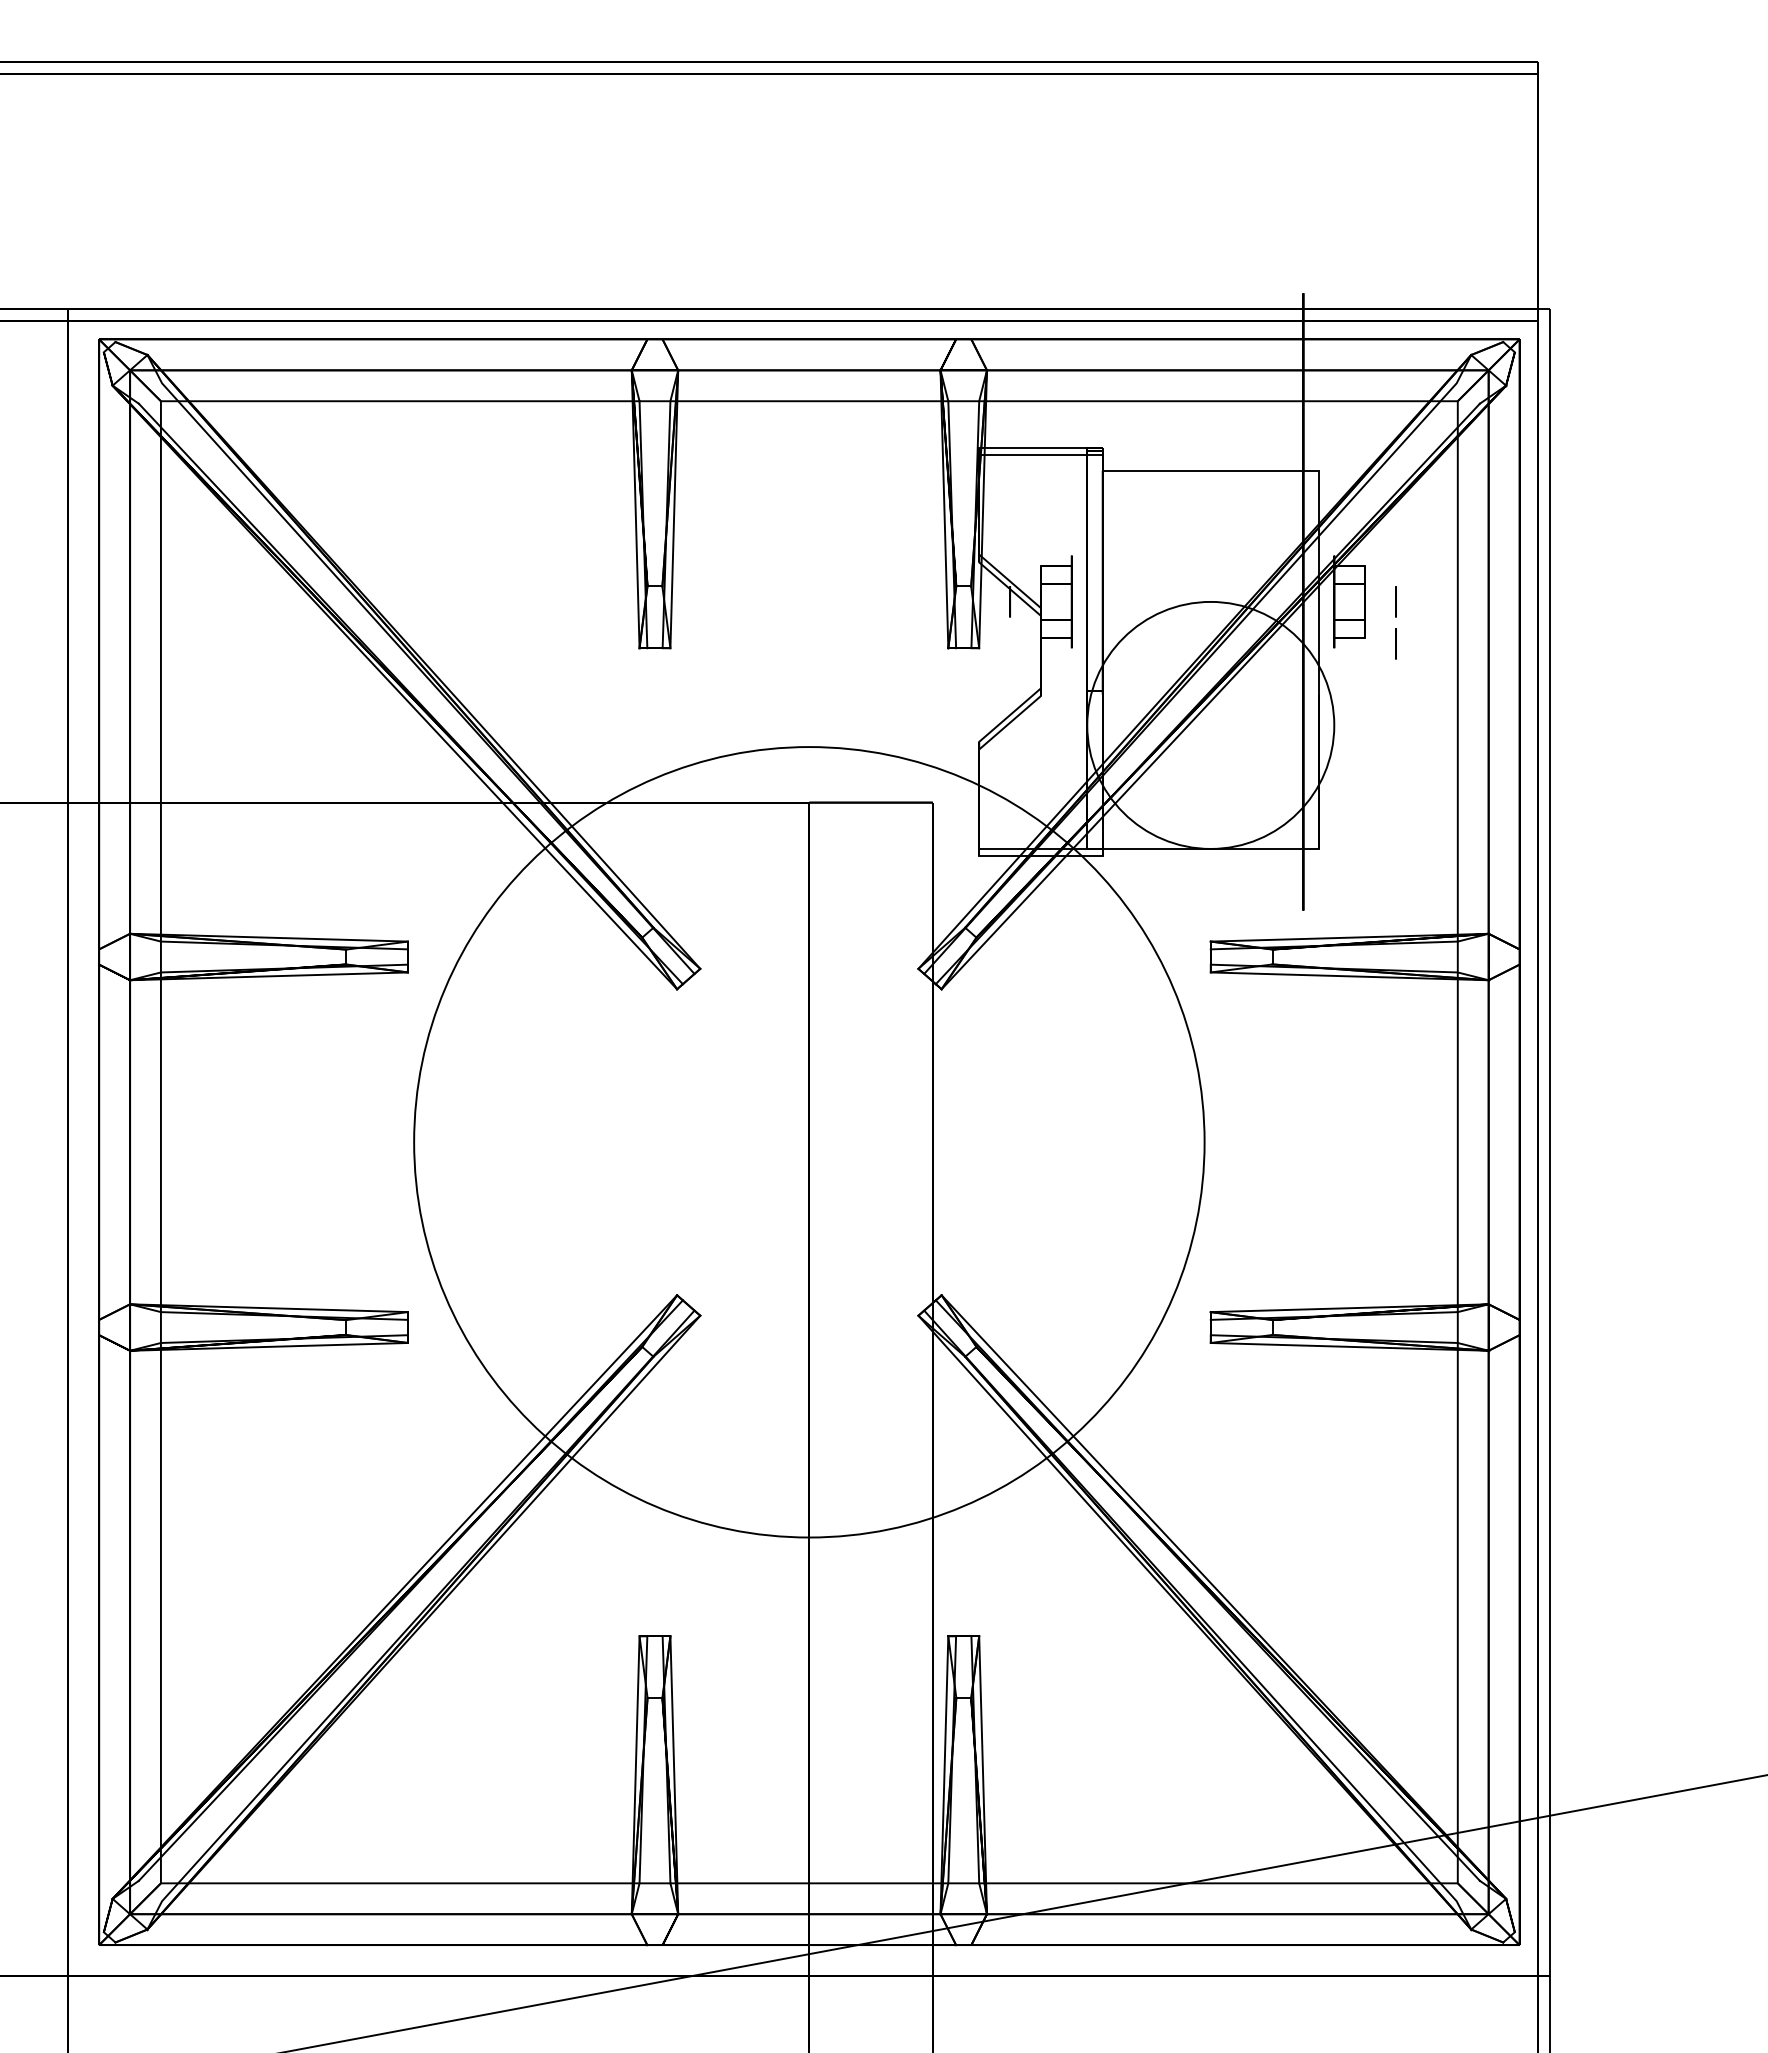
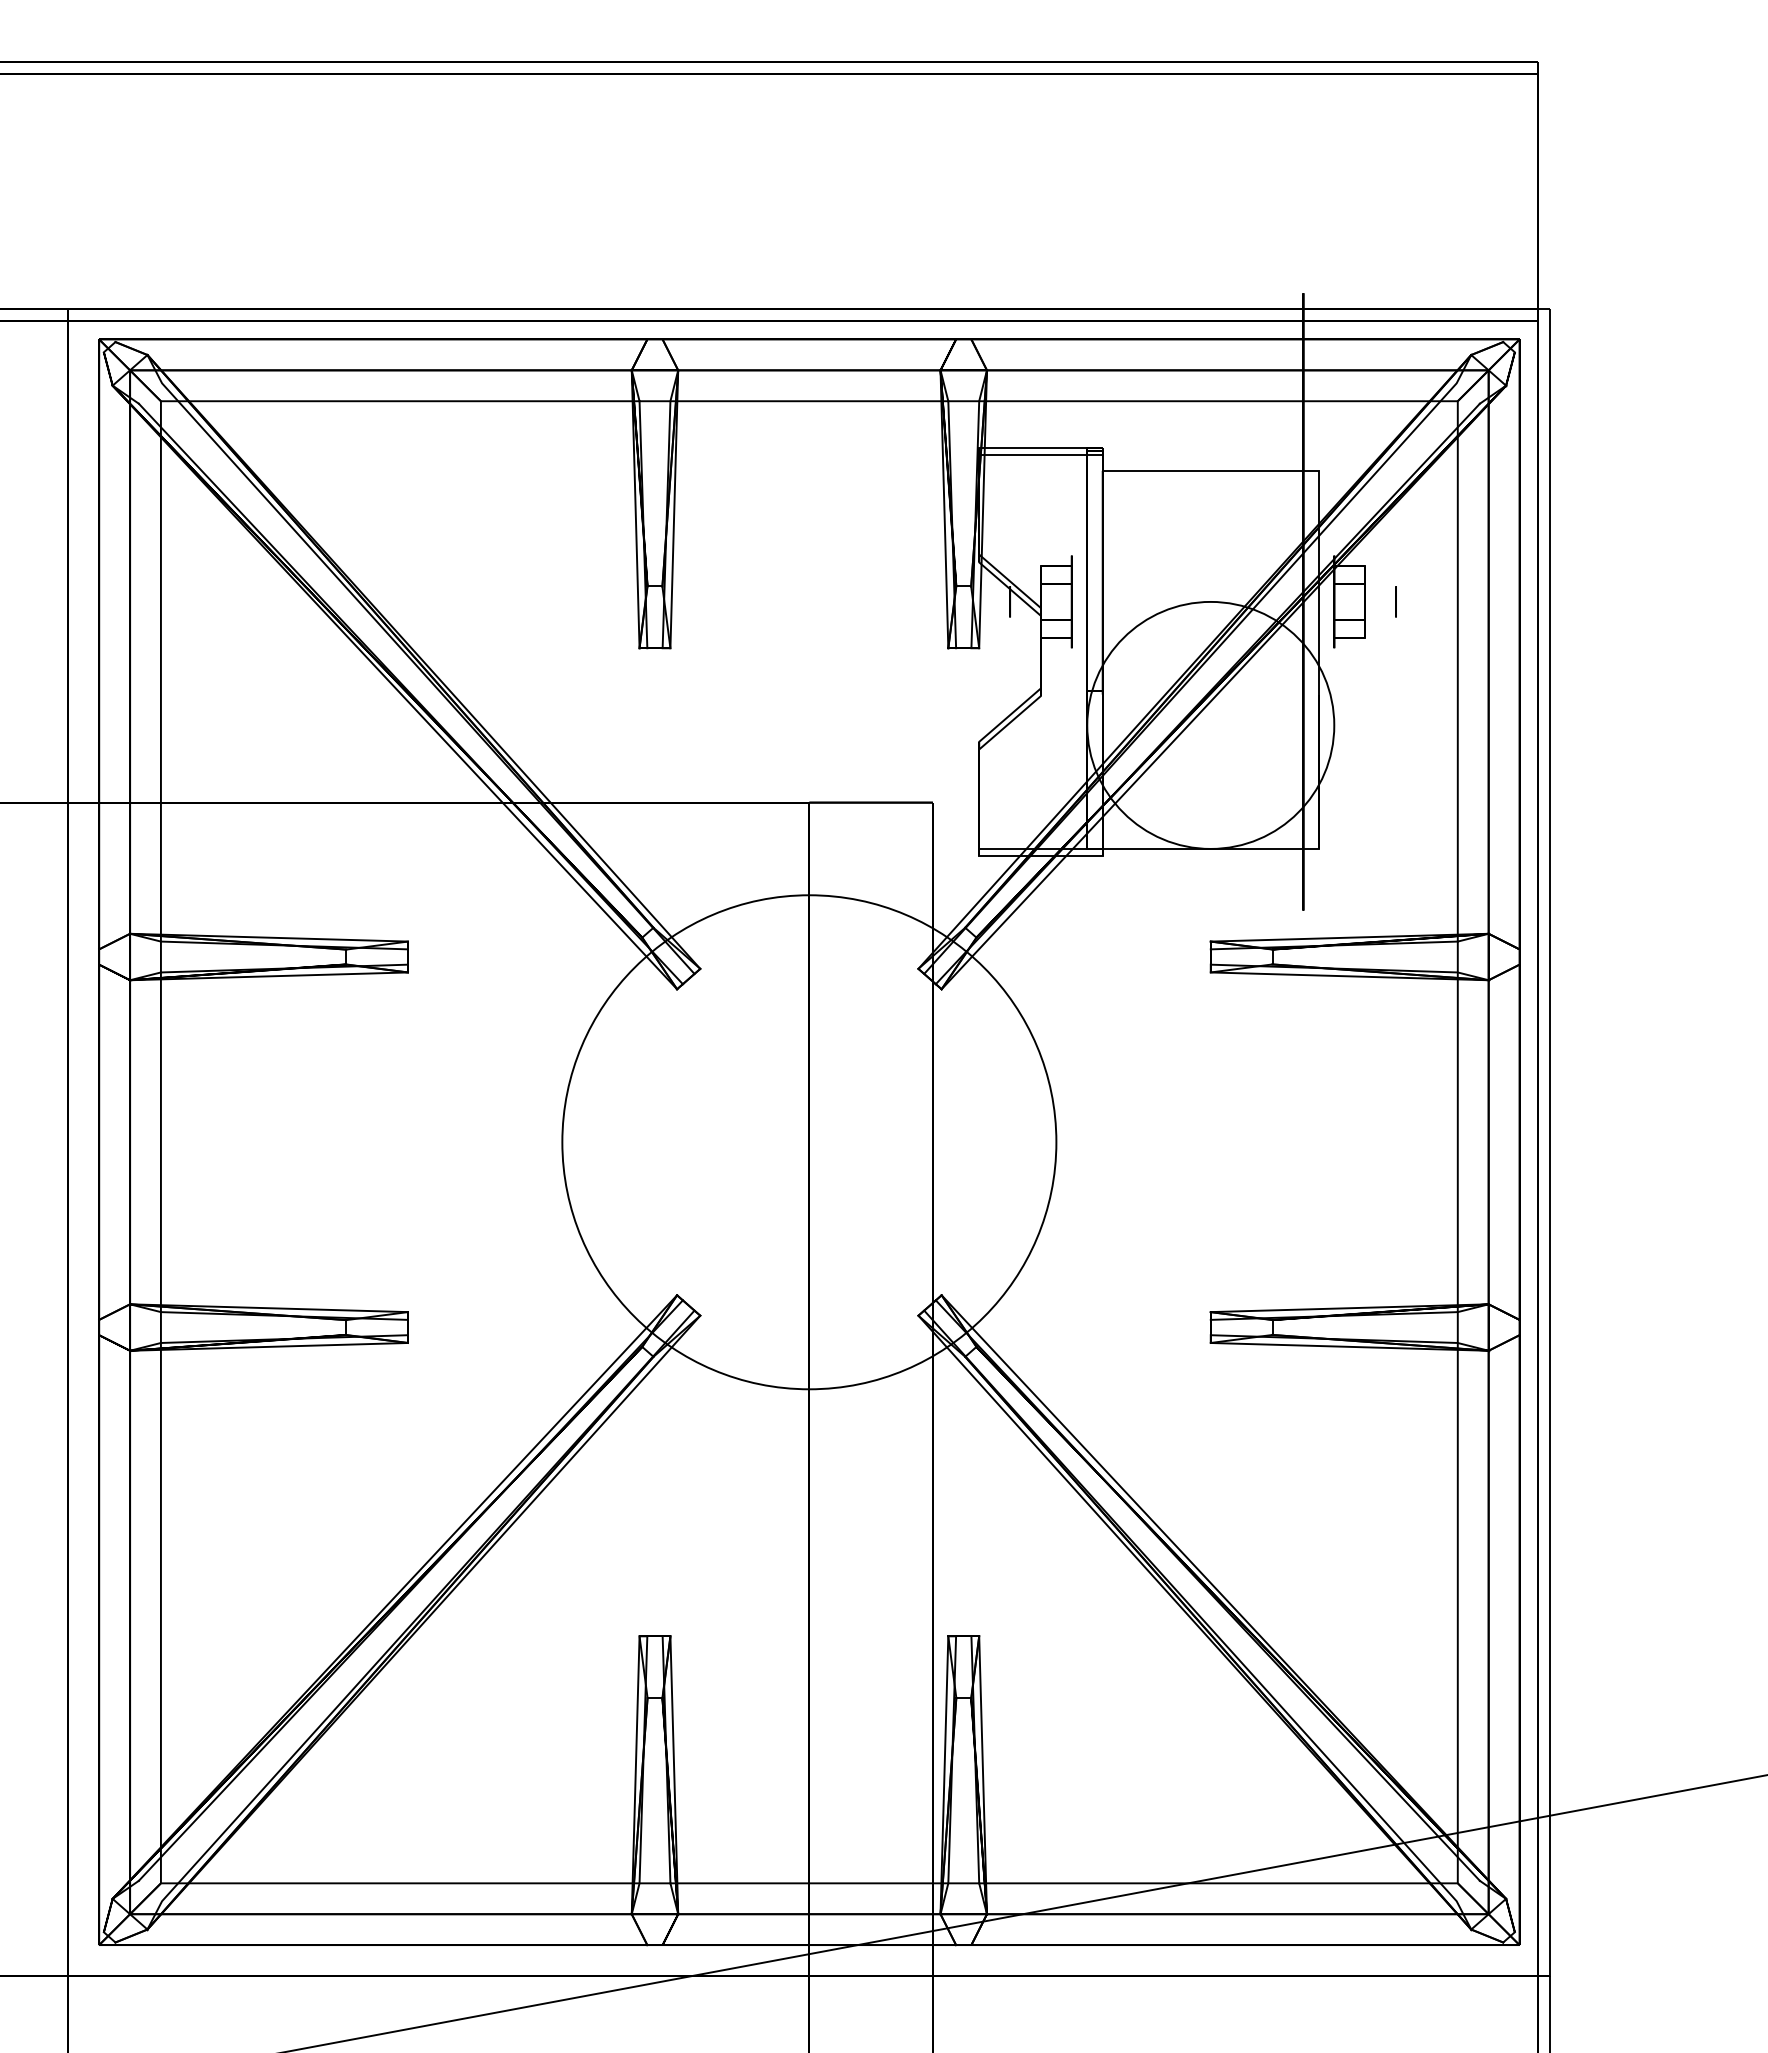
circle at (1395, 643): present -> none
circle at (809, 1142) diameter: 790 px -> 494 px
